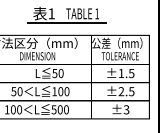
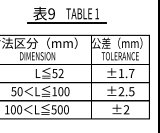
text at (51, 13): 1 -> 9
text at (60, 73): 50 -> 52
text at (131, 73): ±1.5 -> ±1.7
text at (126, 110): ±3 -> ±2
